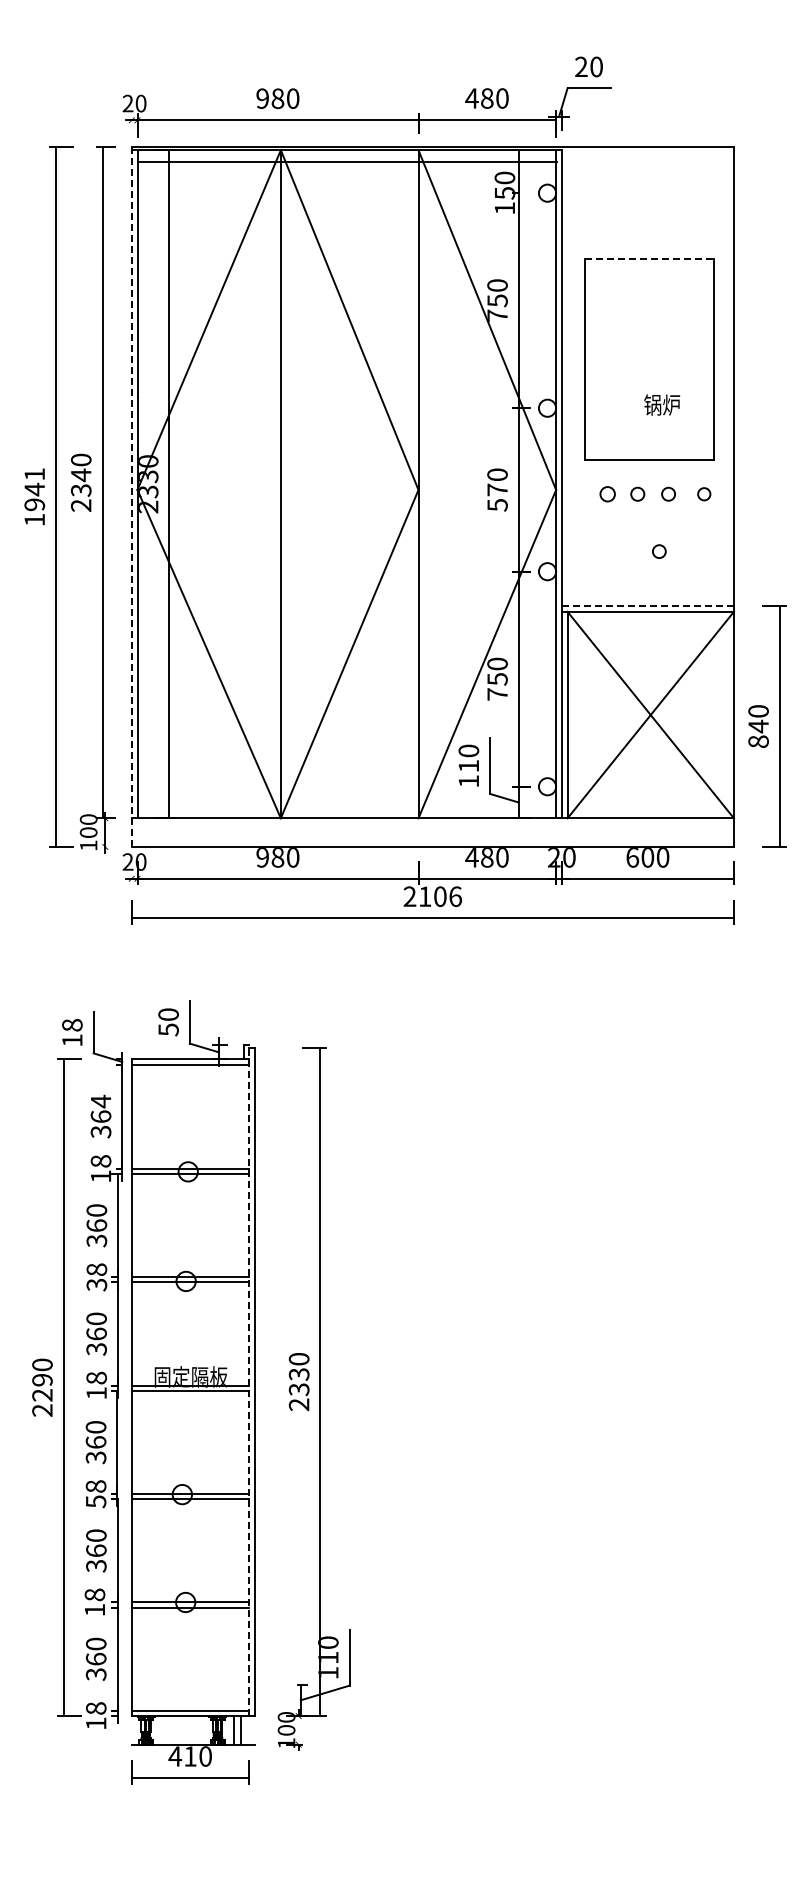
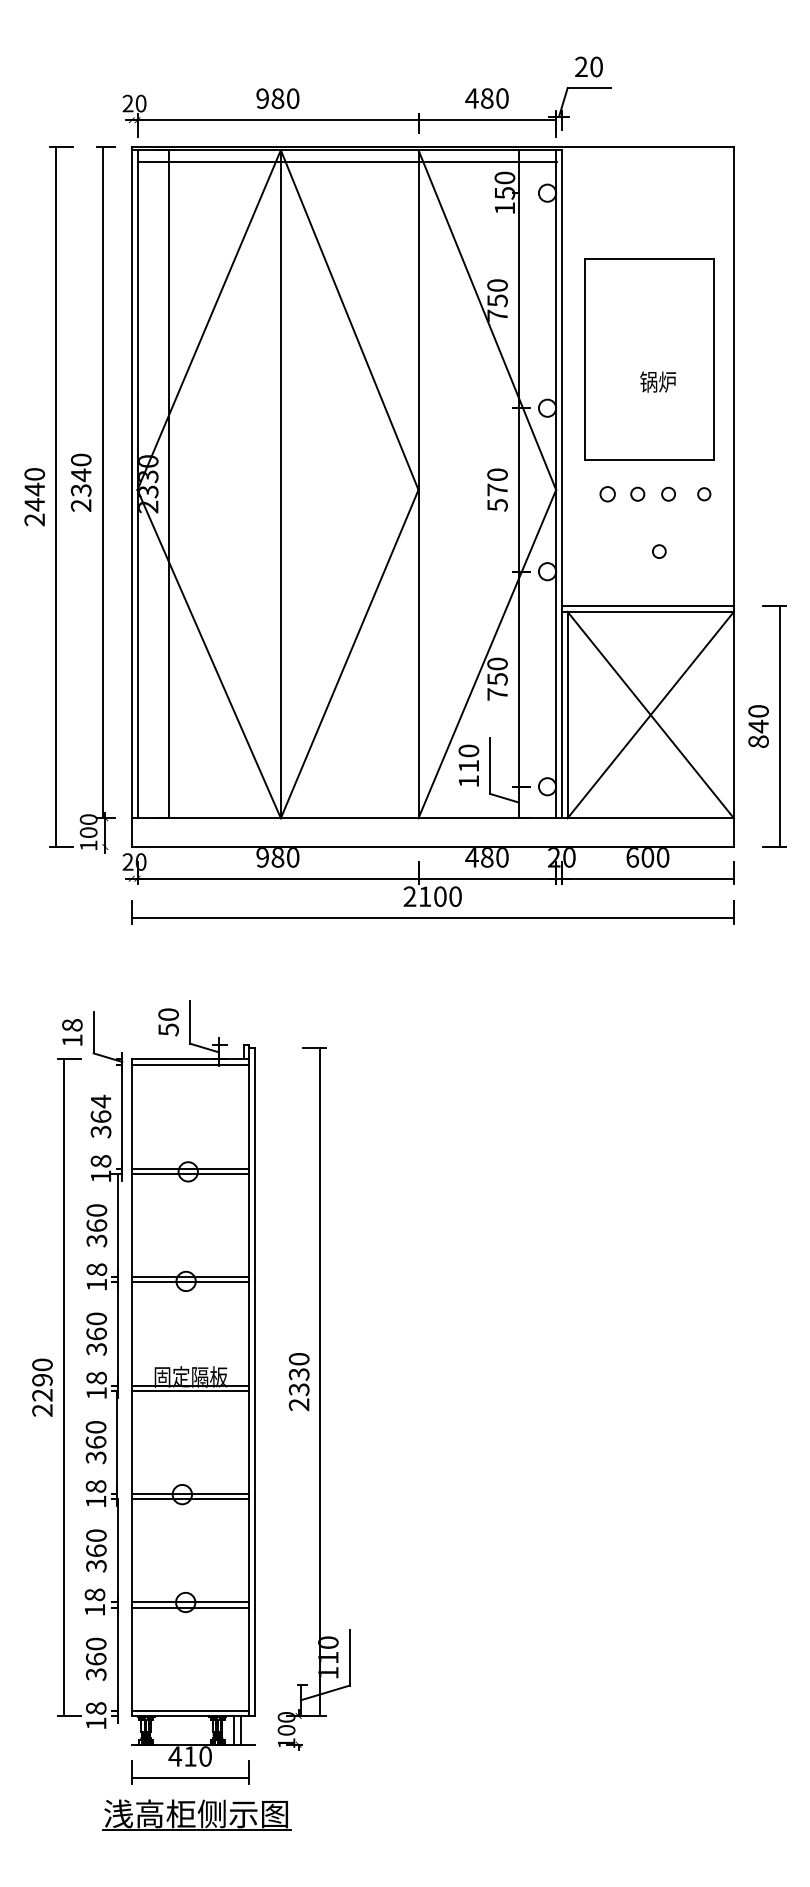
line at (649, 259): dashed -> solid
text at (662, 404) position: (662, 404) -> (658, 381)
text at (34, 497): 1941 -> 2440
line at (131, 497): dashed -> solid
line at (647, 606): dashed -> solid
text at (455, 896): 2106 -> 2100
text at (96, 1284): 38 -> 18
line at (249, 1380): dashed -> solid
text at (96, 1501): 58 -> 18
part at (196, 1814): none -> present
